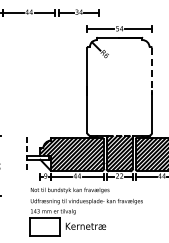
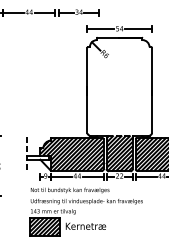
line at (151, 71): dashed -> solid
hatch at (44, 226): none -> present
